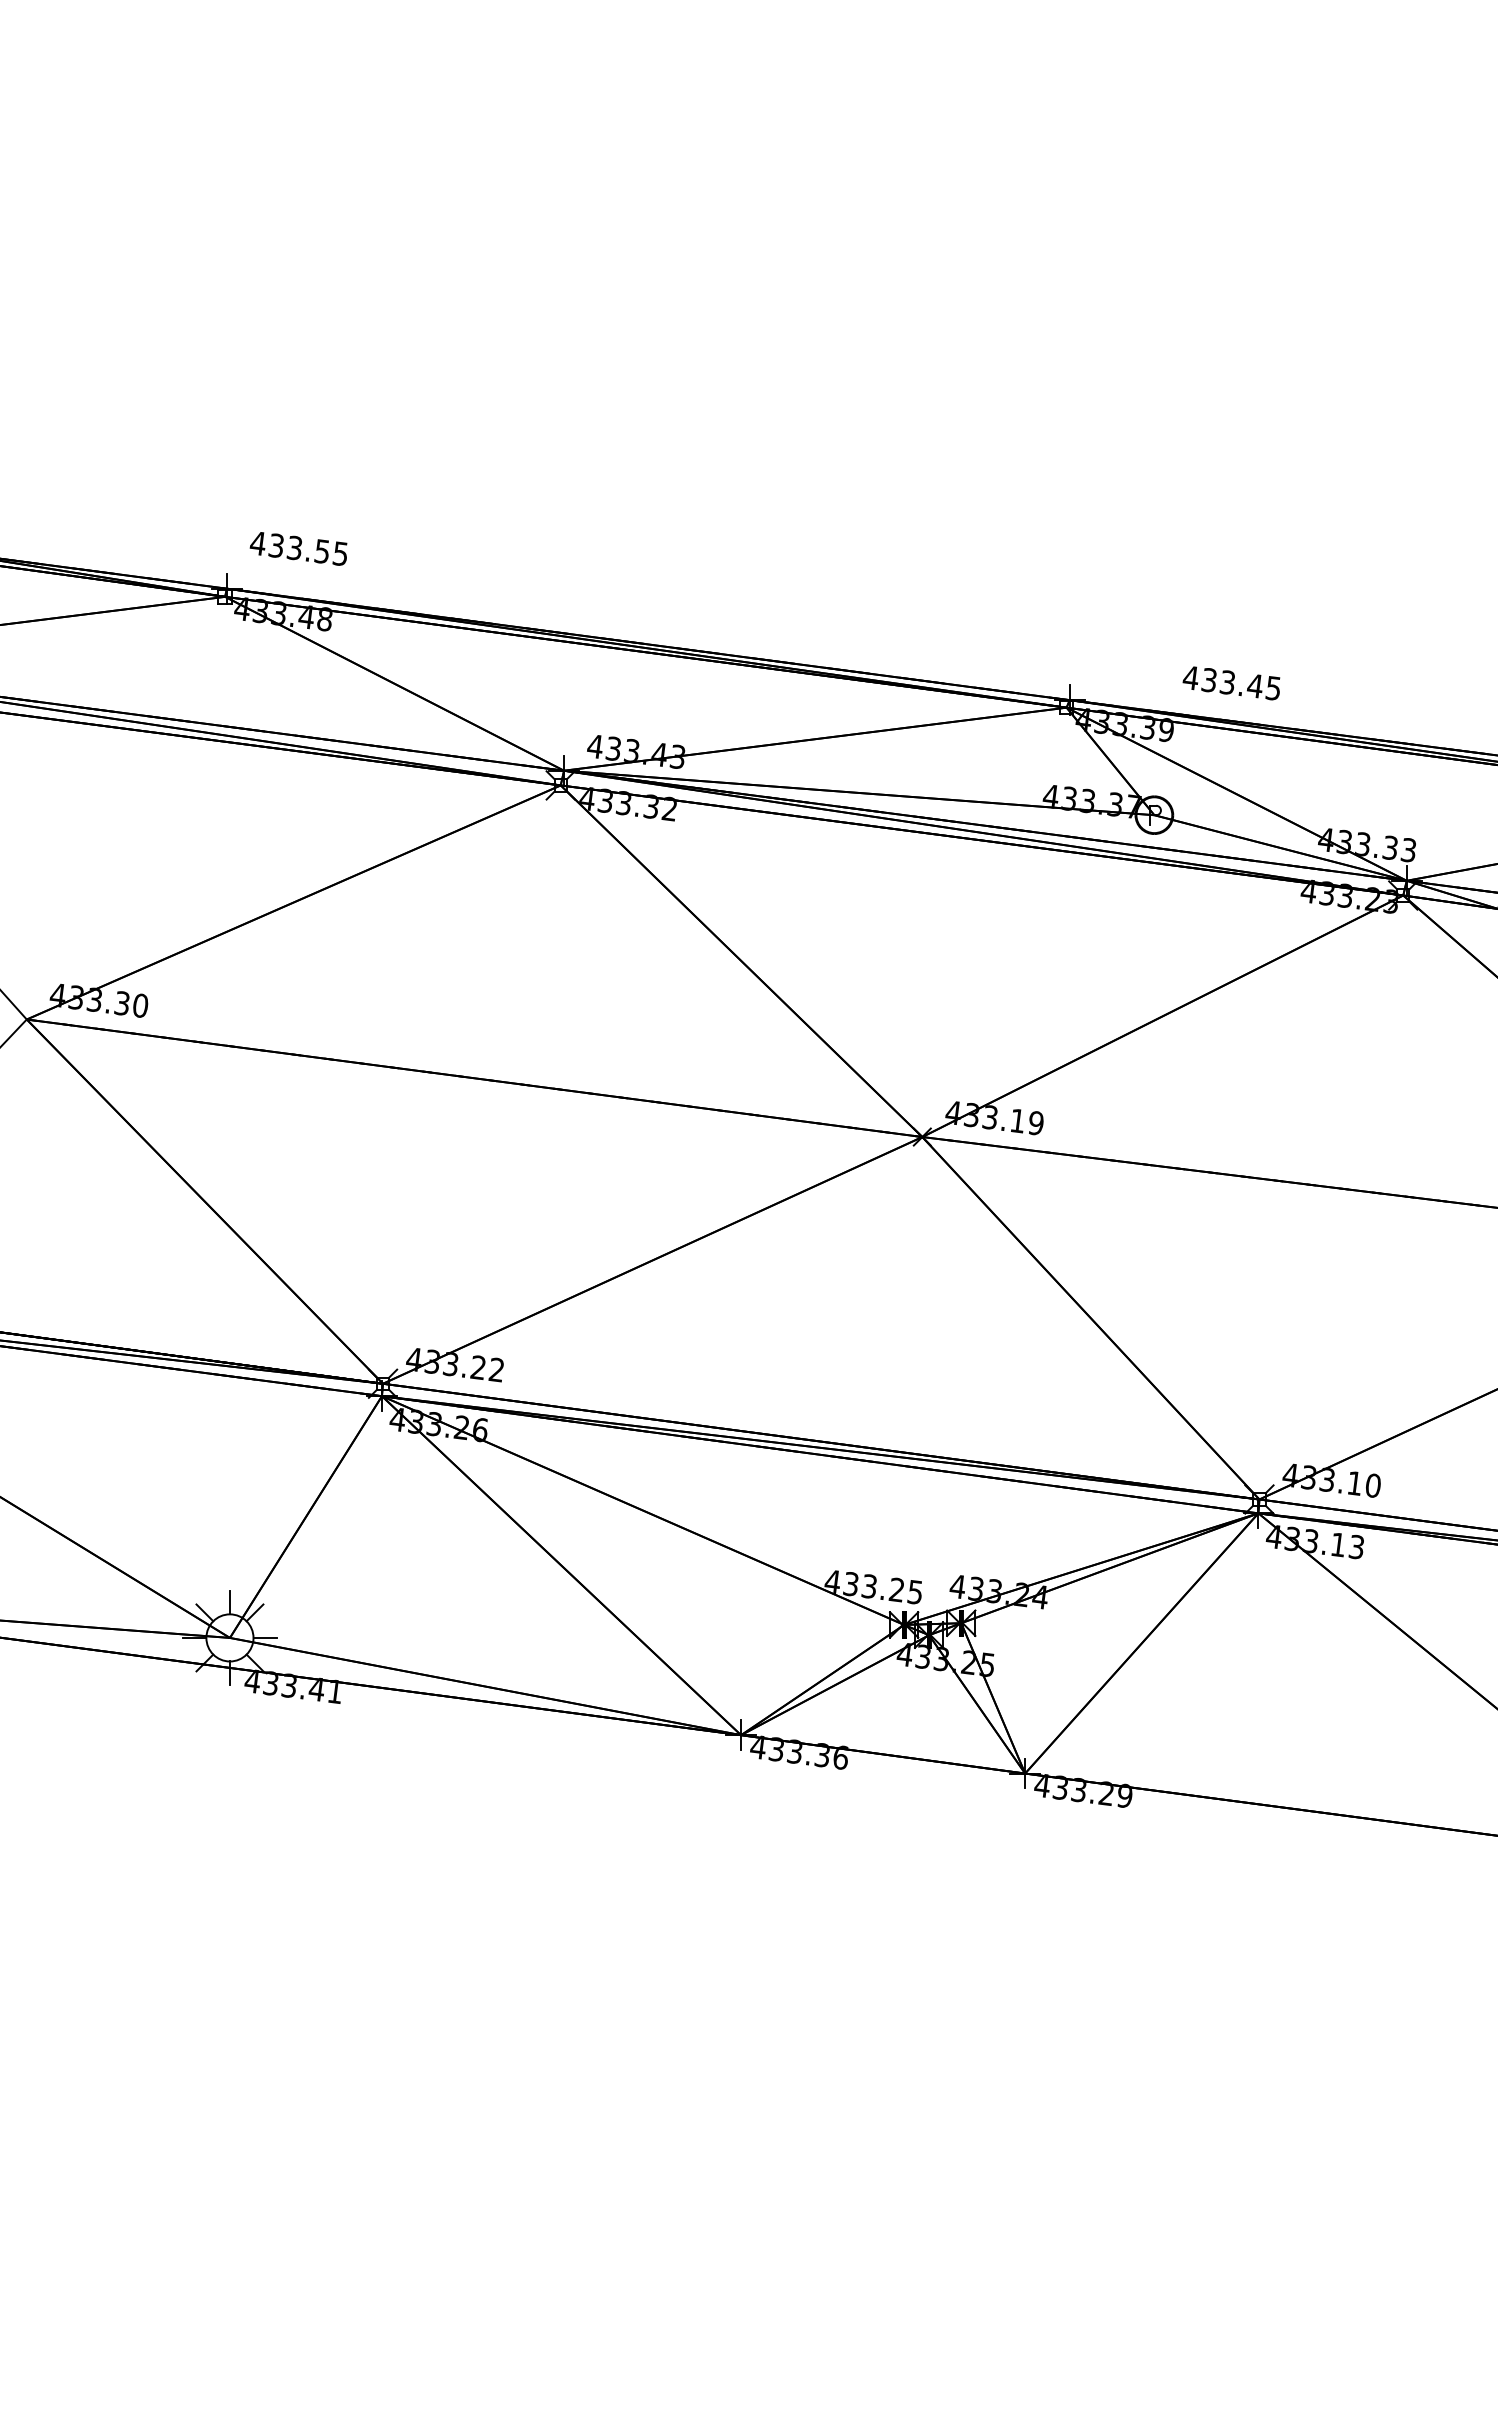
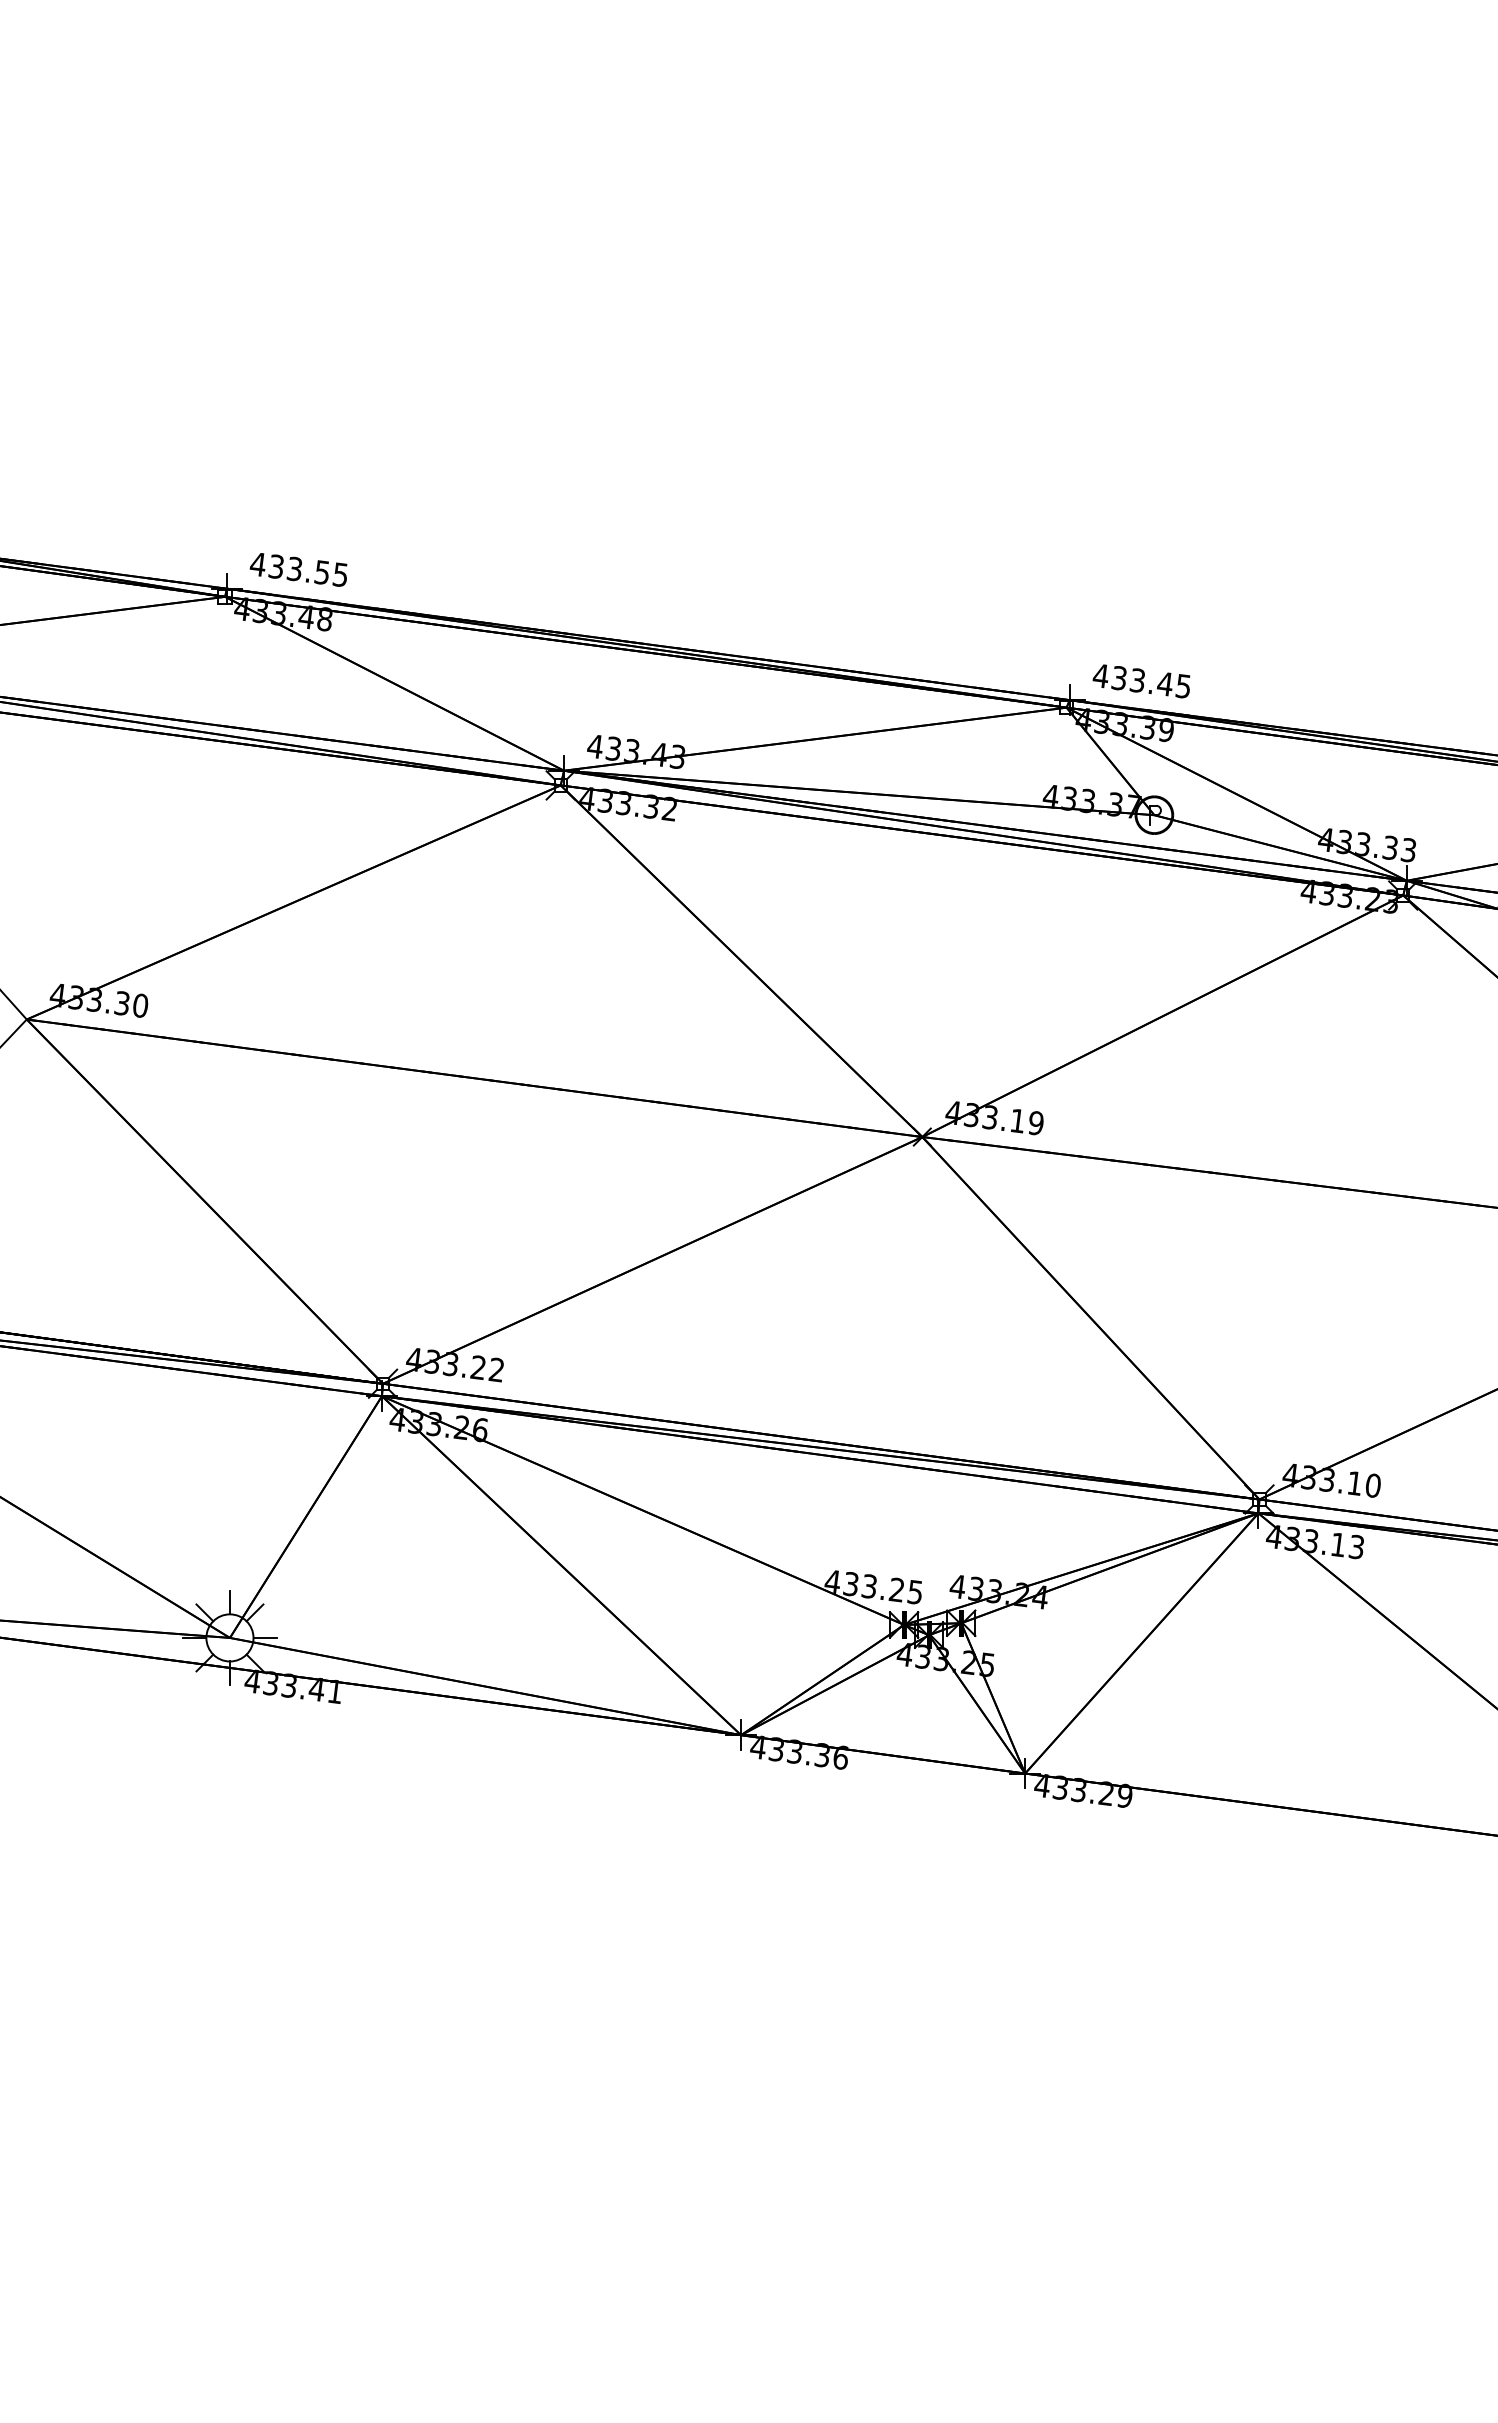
text at (298, 548) position: (298, 548) -> (298, 569)
text at (1231, 683) position: (1231, 683) -> (1141, 681)
